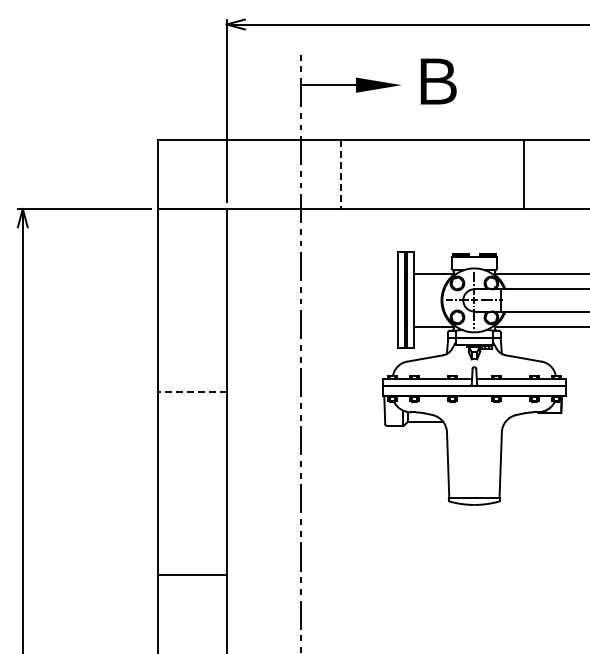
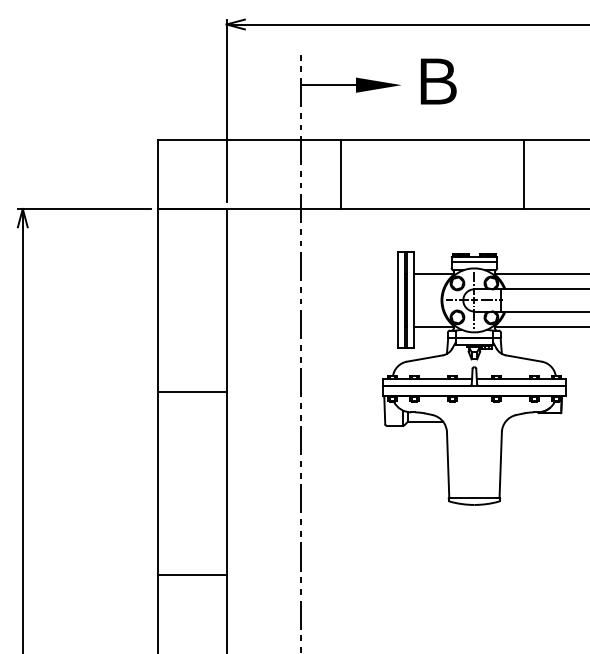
line at (340, 175): dashed -> solid
line at (474, 262): none -> present
line at (191, 391): dashed -> solid
